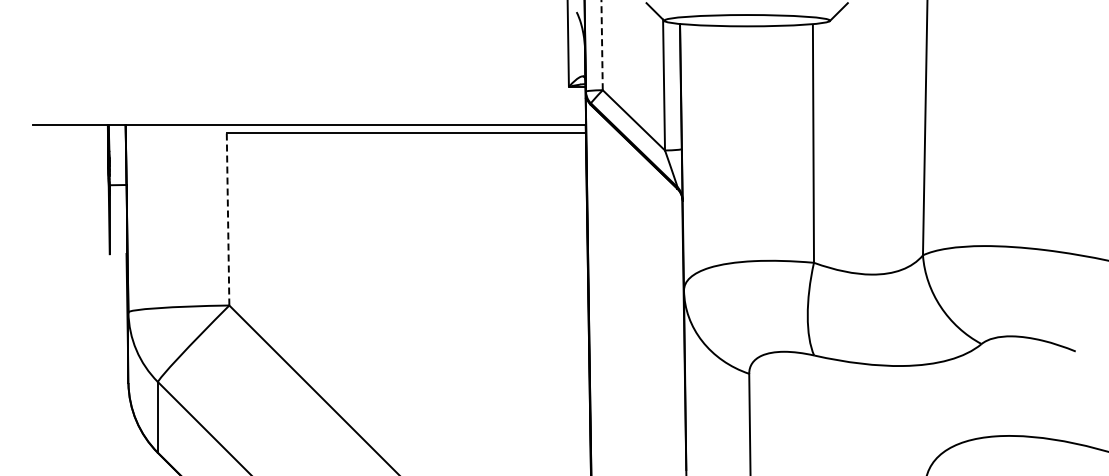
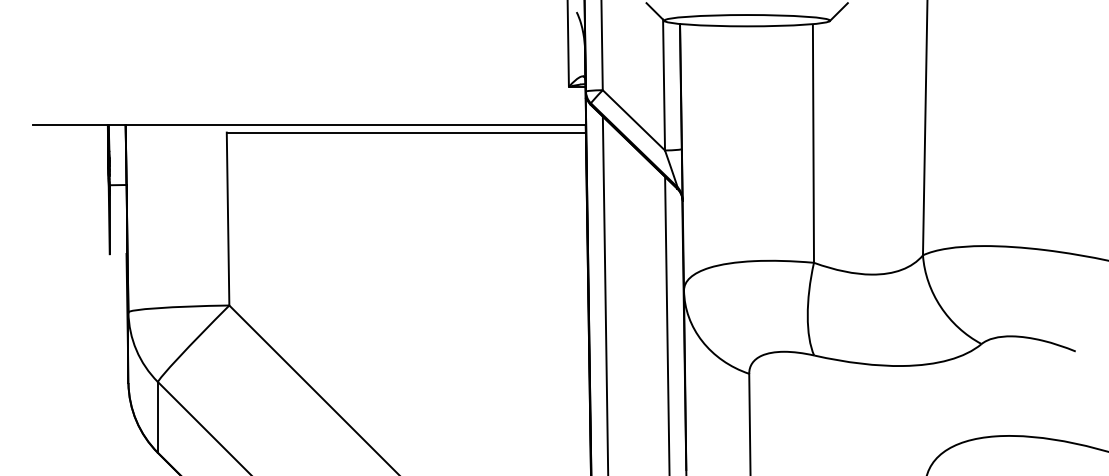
line at (602, 45): dashed -> solid
line at (228, 218): dashed -> solid
line at (605, 294): none -> present
line at (667, 324): none -> present
